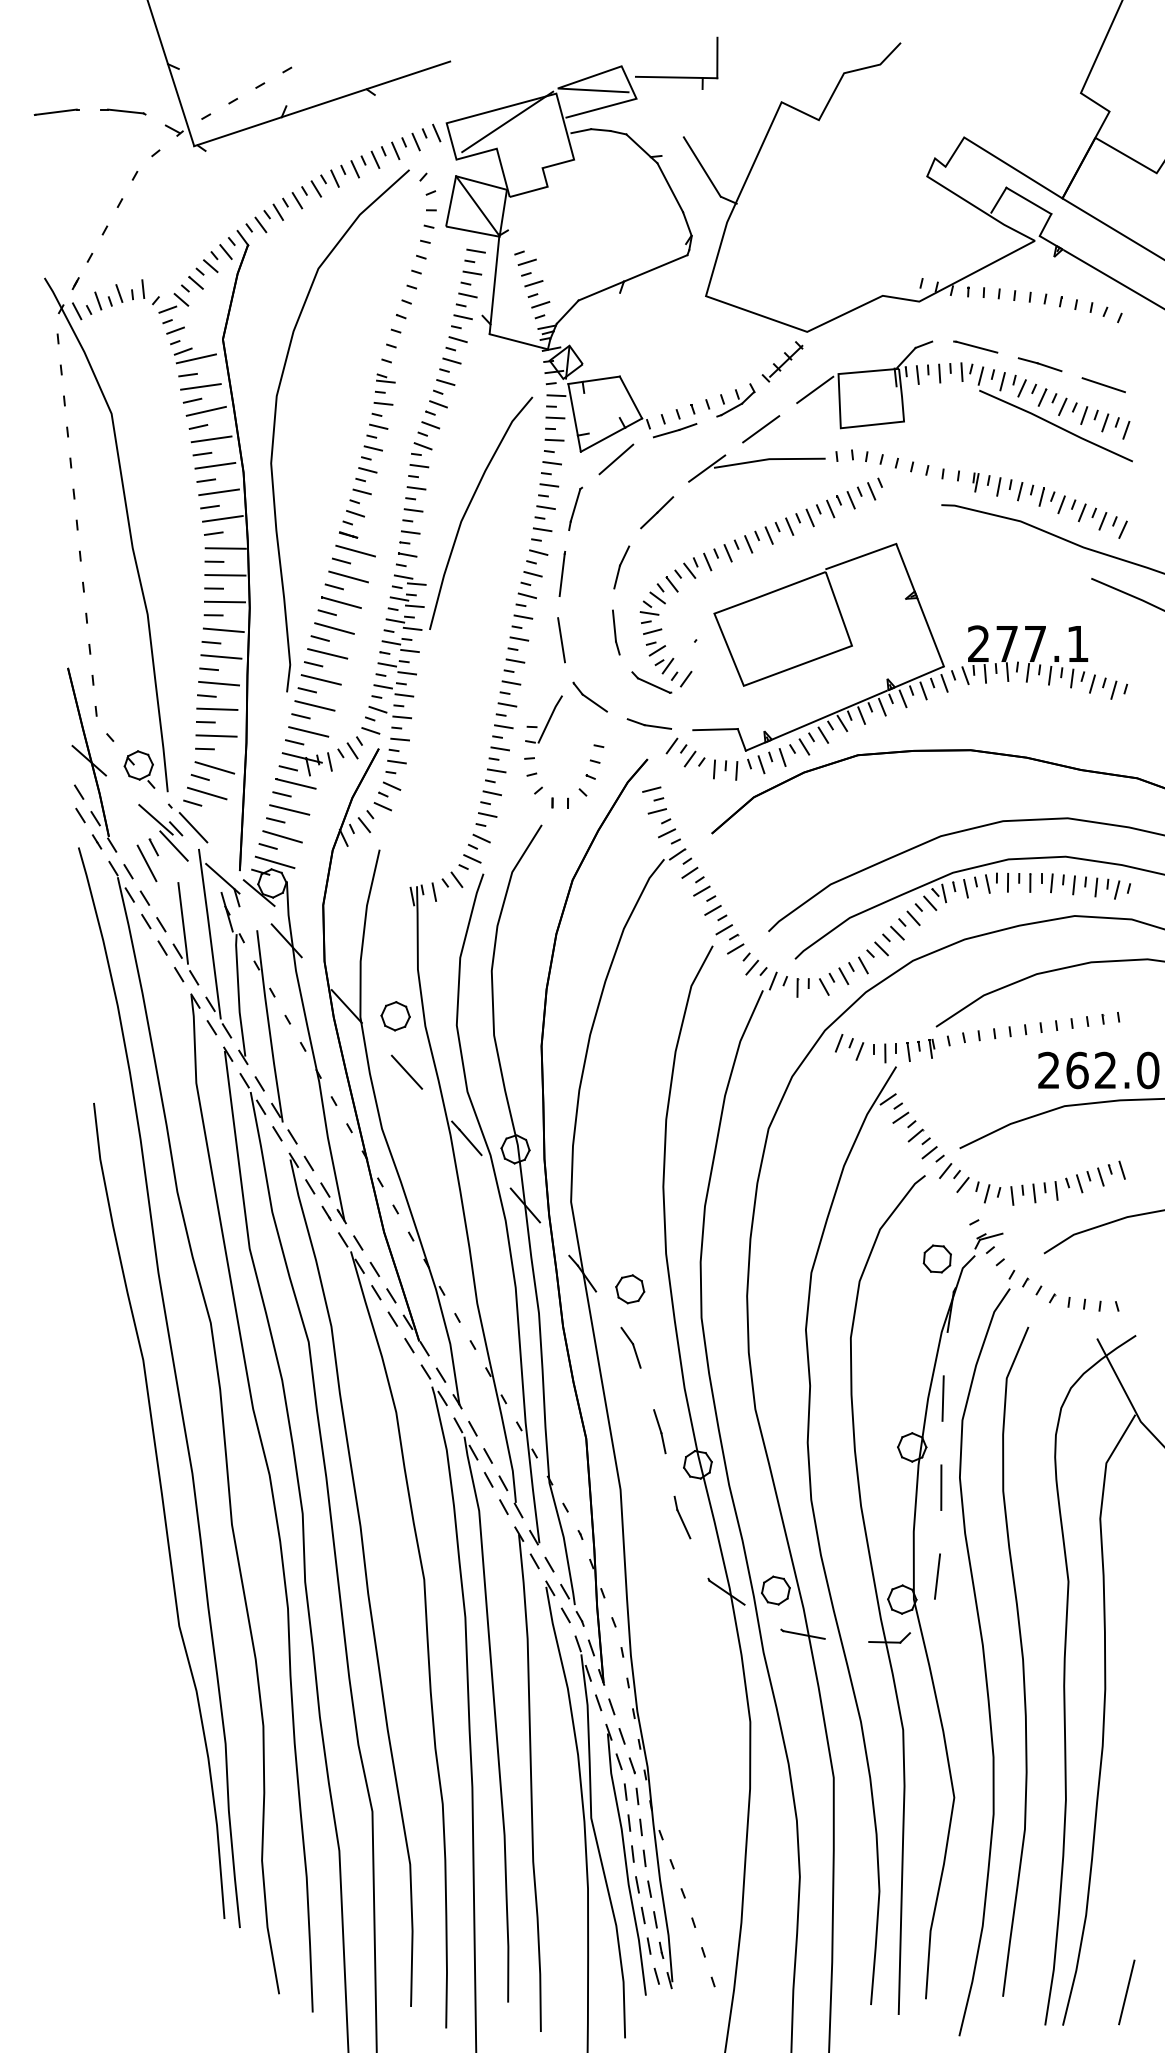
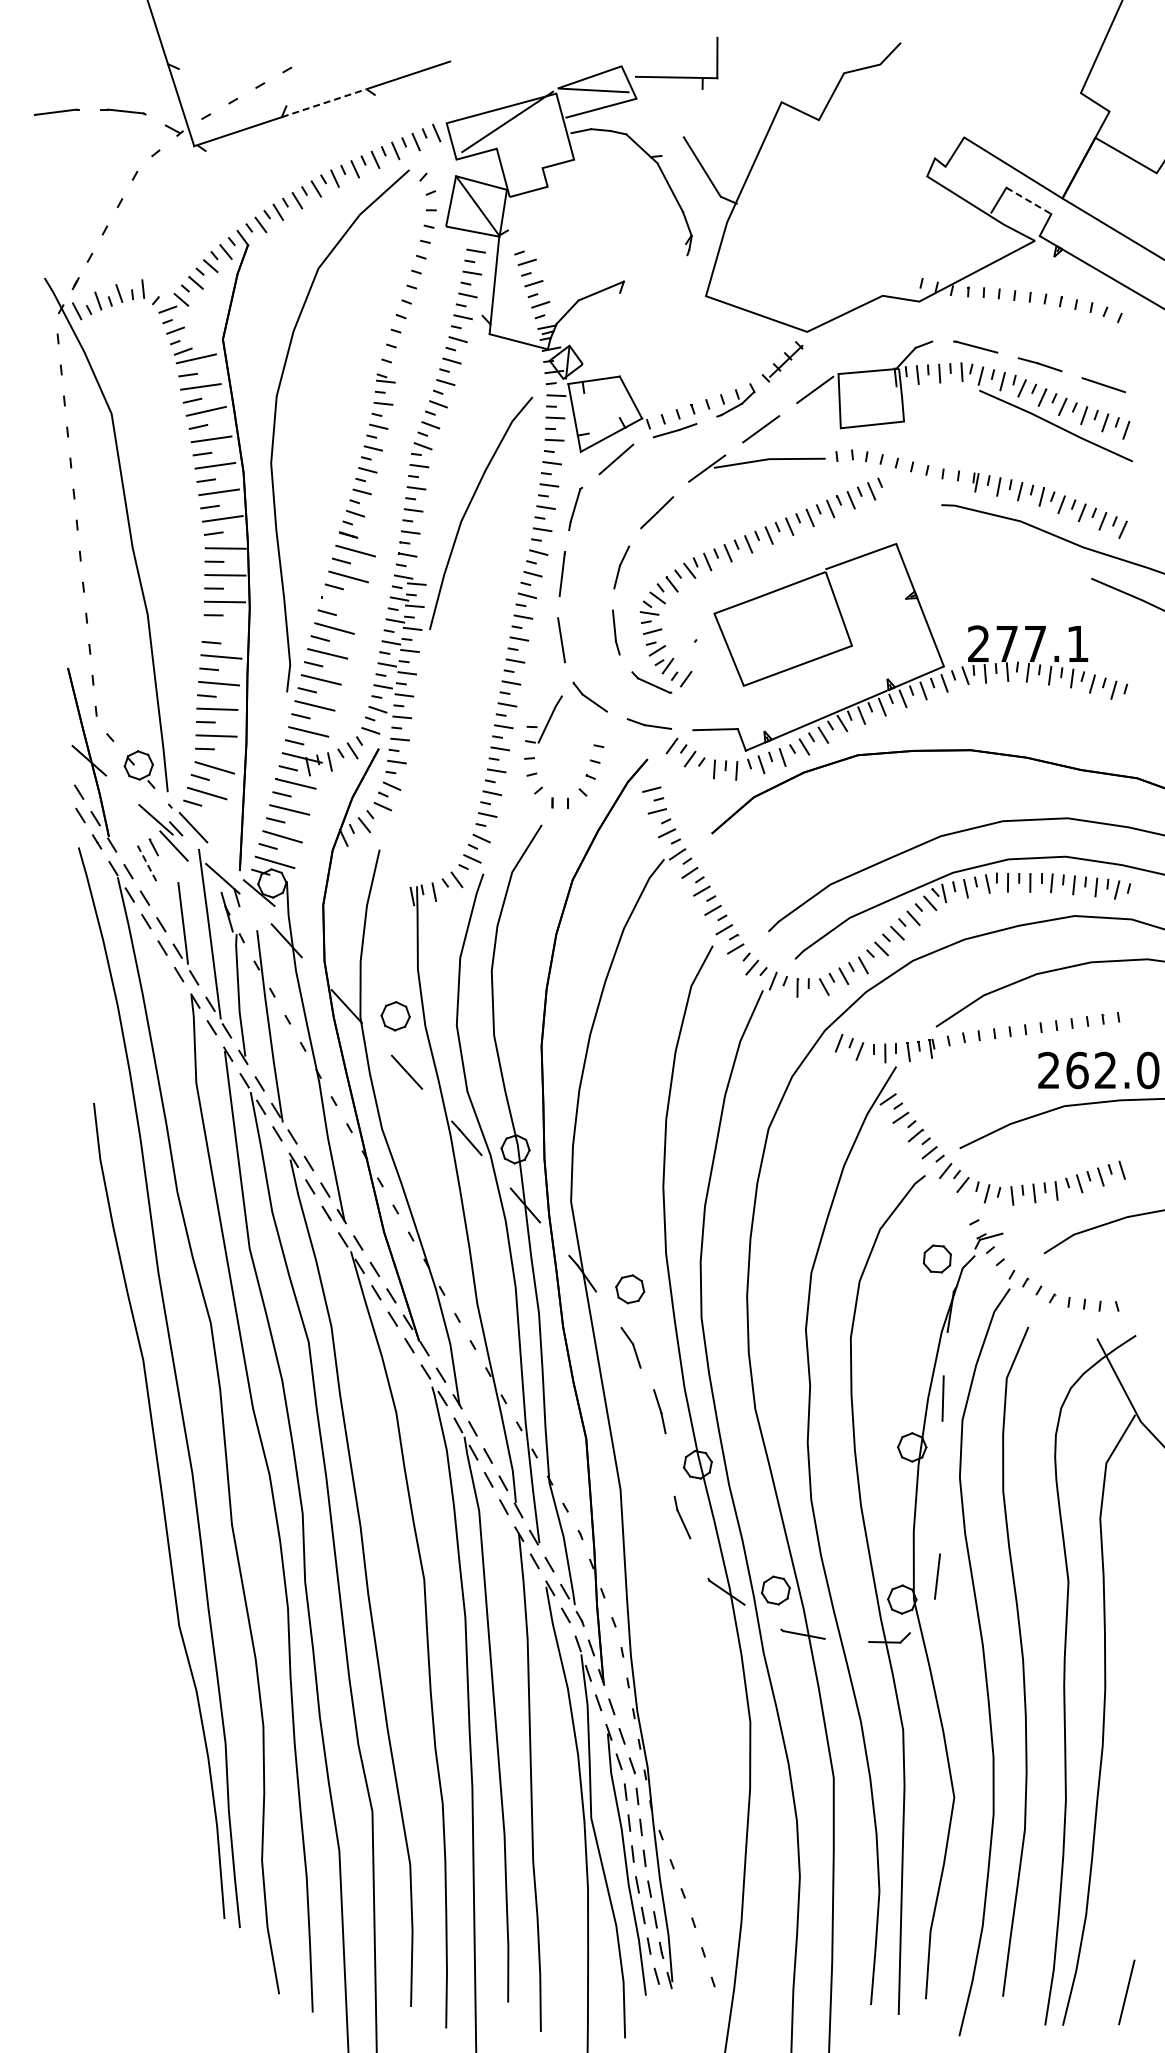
line at (324, 103): solid -> dashed
line at (1029, 201): solid -> dashed
line at (655, 268): present -> none
line at (341, 602): present -> none
line at (223, 630): present -> none
line at (147, 863): solid -> dashed
part at (659, 1431) position: (659, 1431) -> (659, 1411)
line at (941, 1487): present -> none
